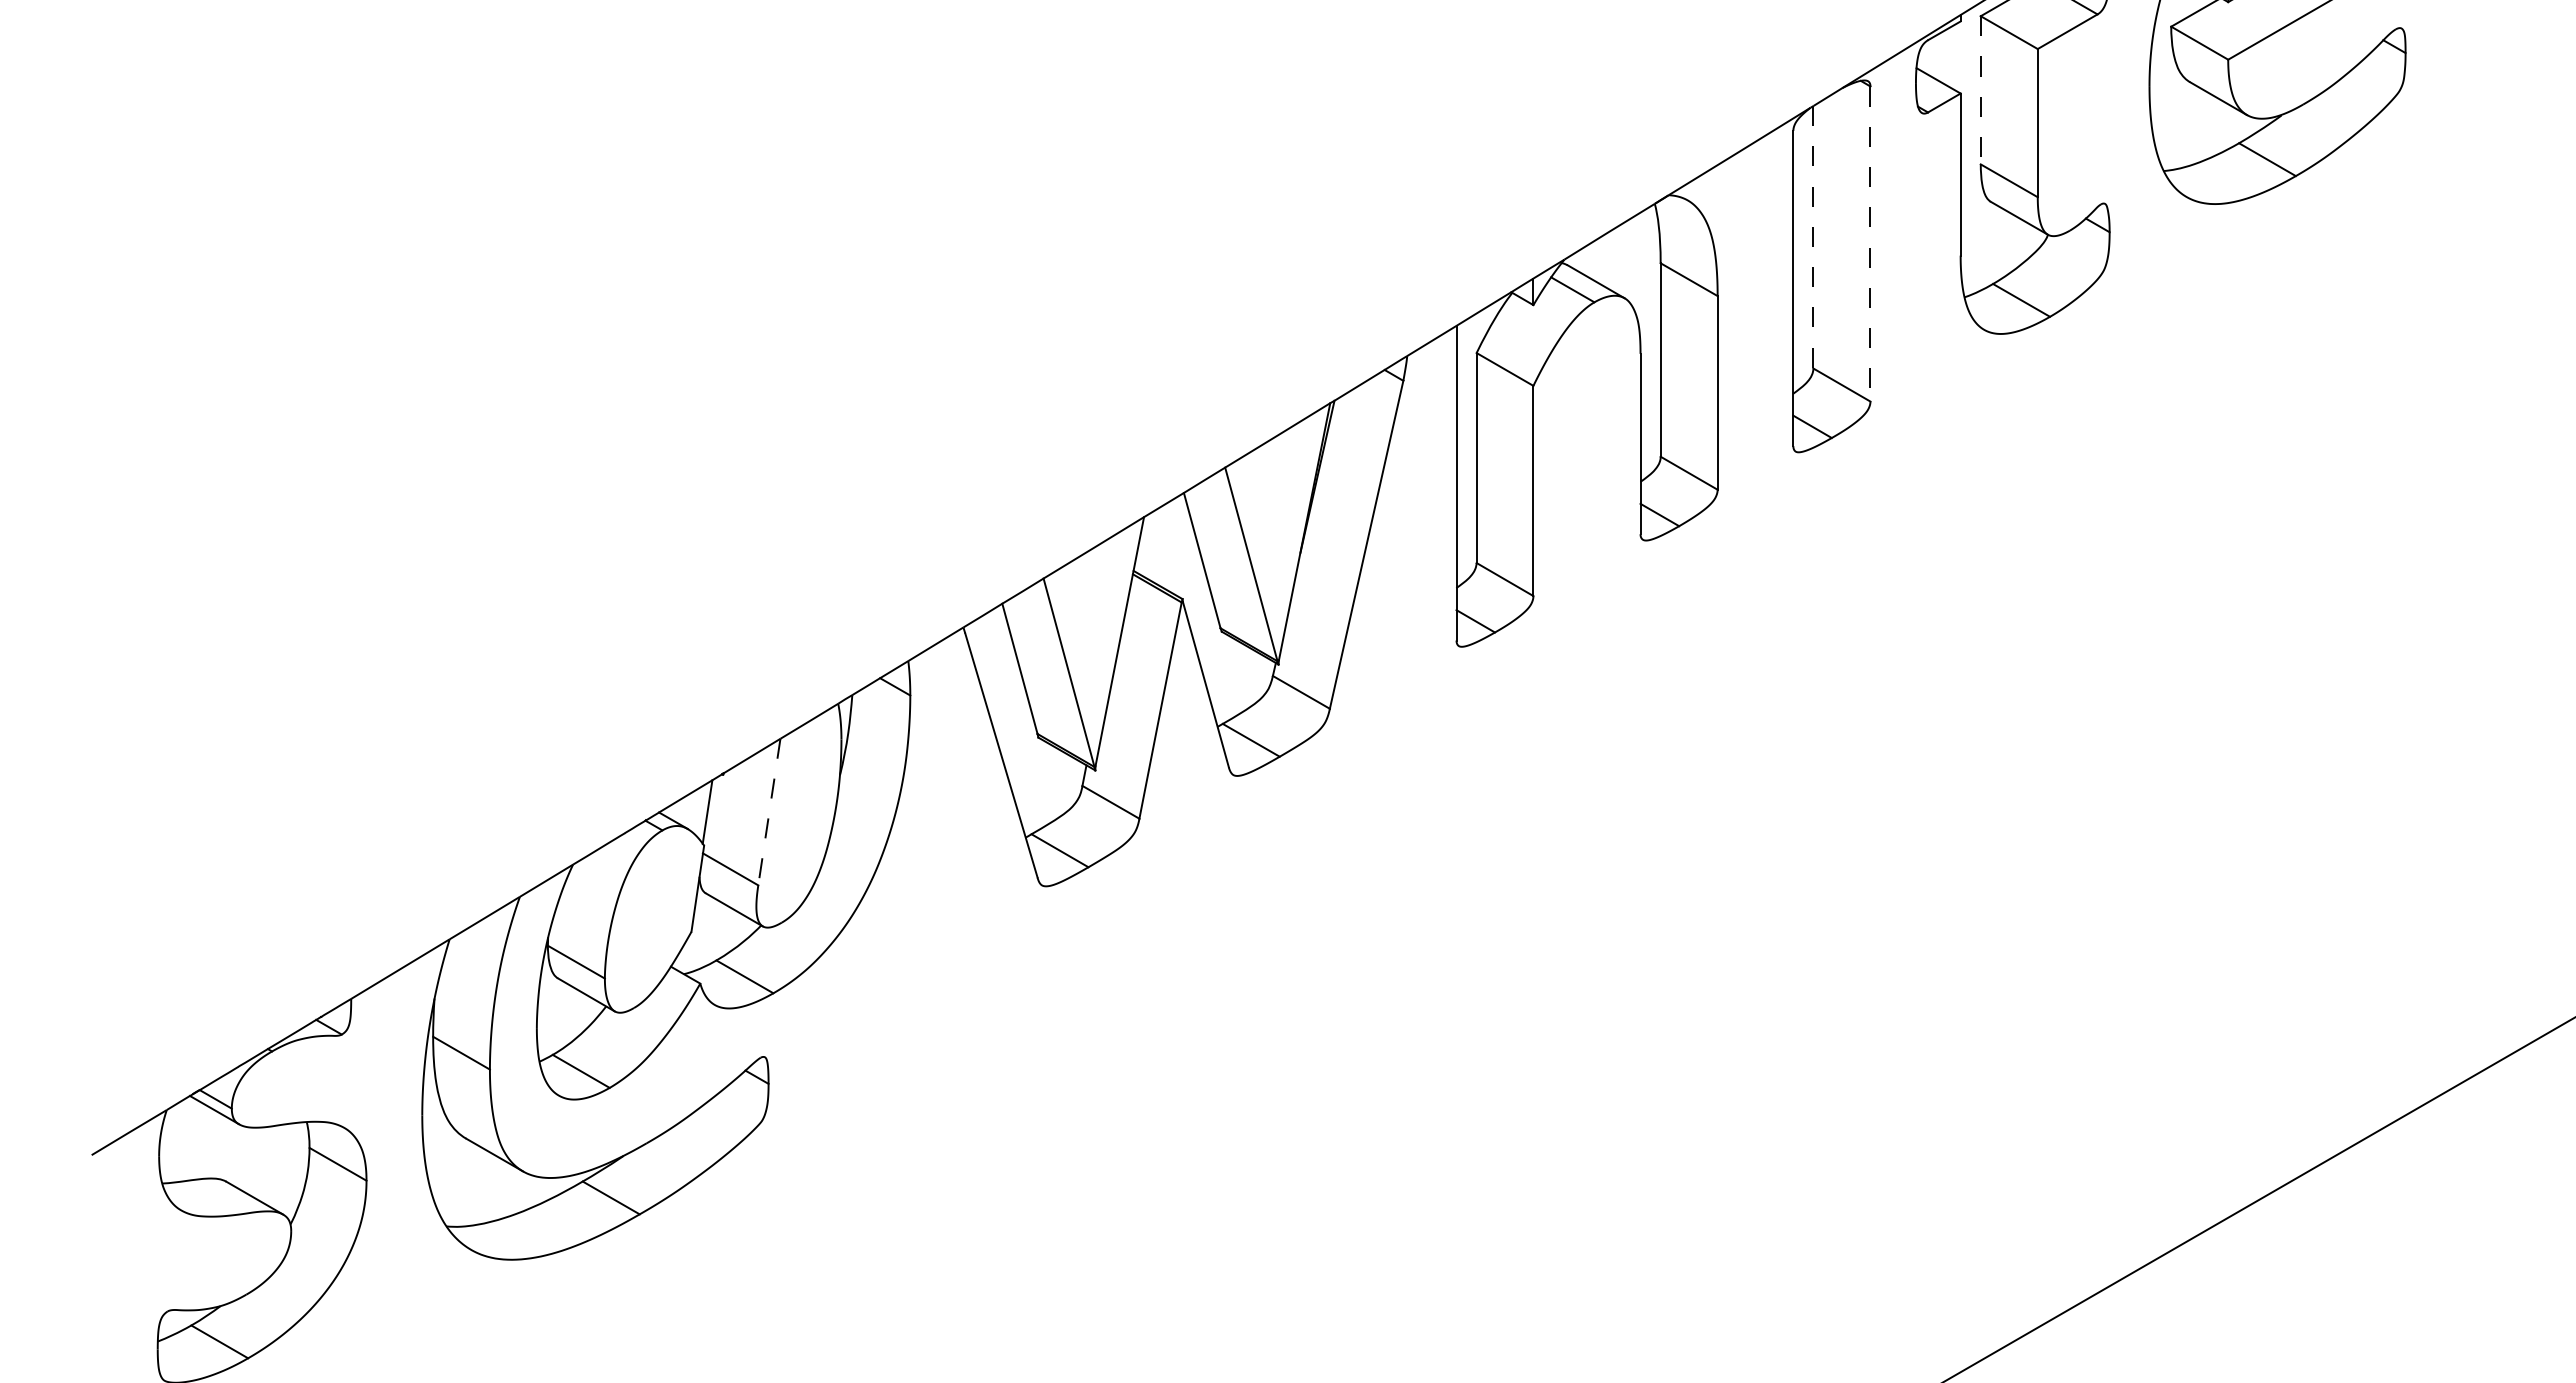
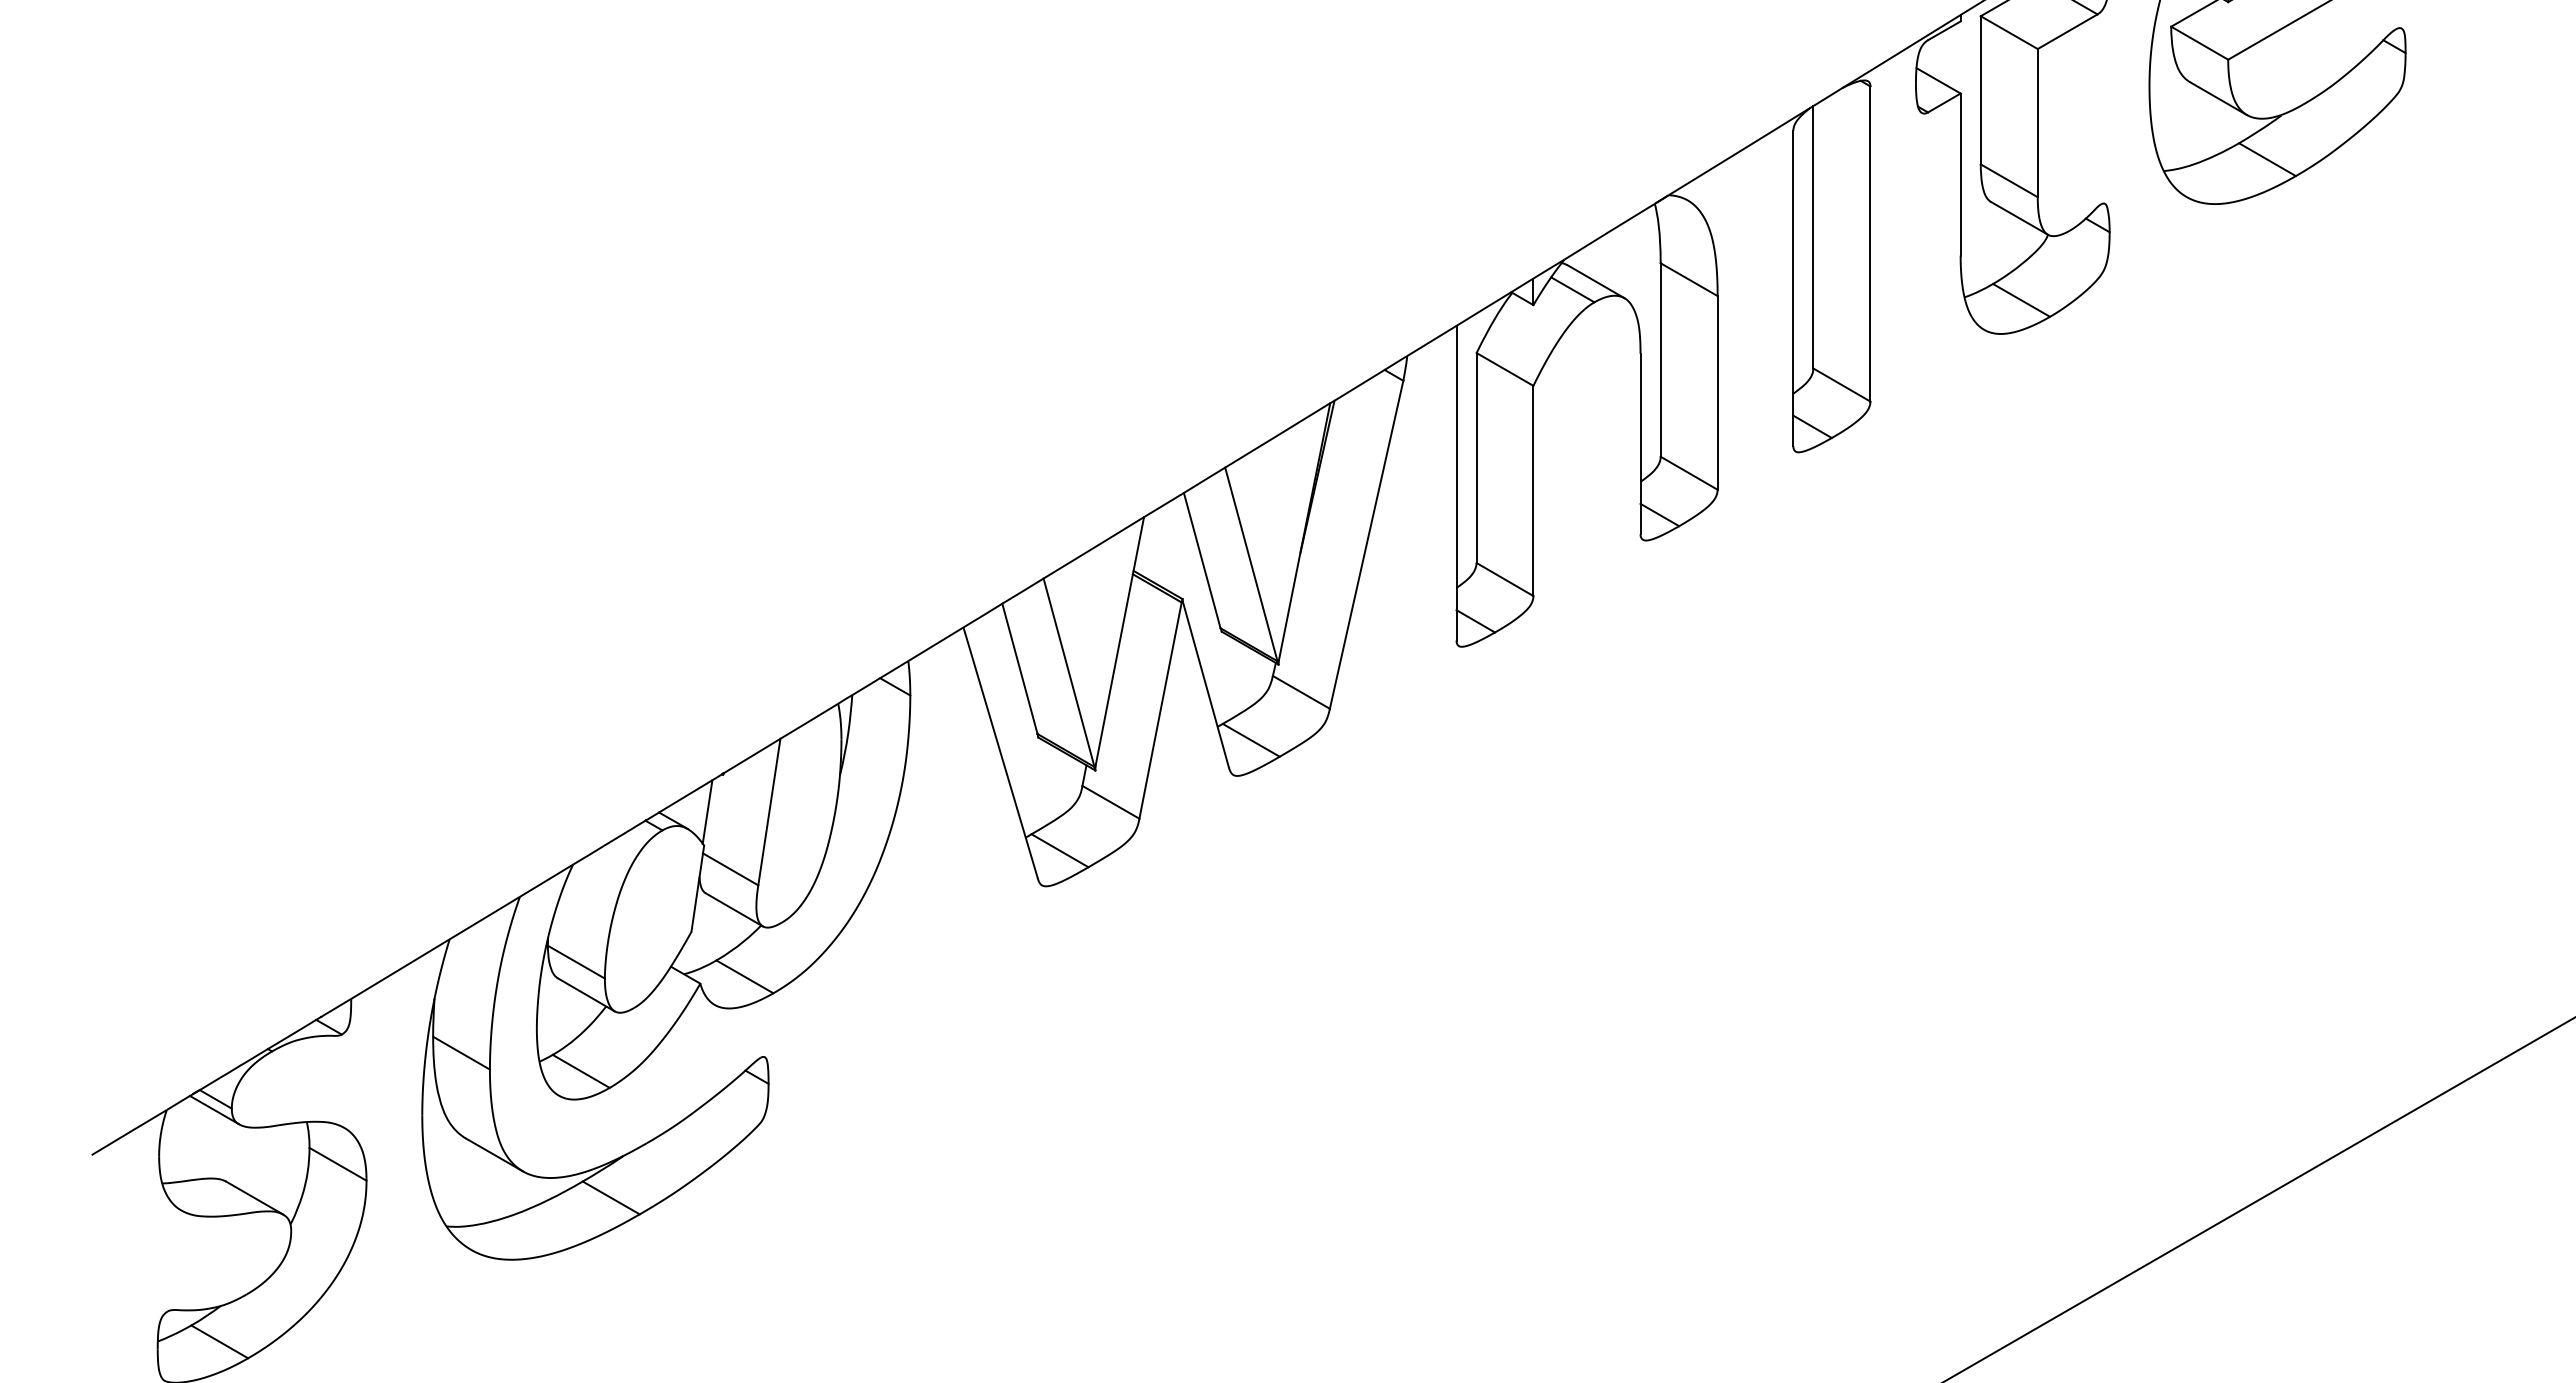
line at (1980, 90): dashed -> solid
line at (1813, 237): dashed -> solid
line at (1870, 244): dashed -> solid
line at (769, 812): dashed -> solid
